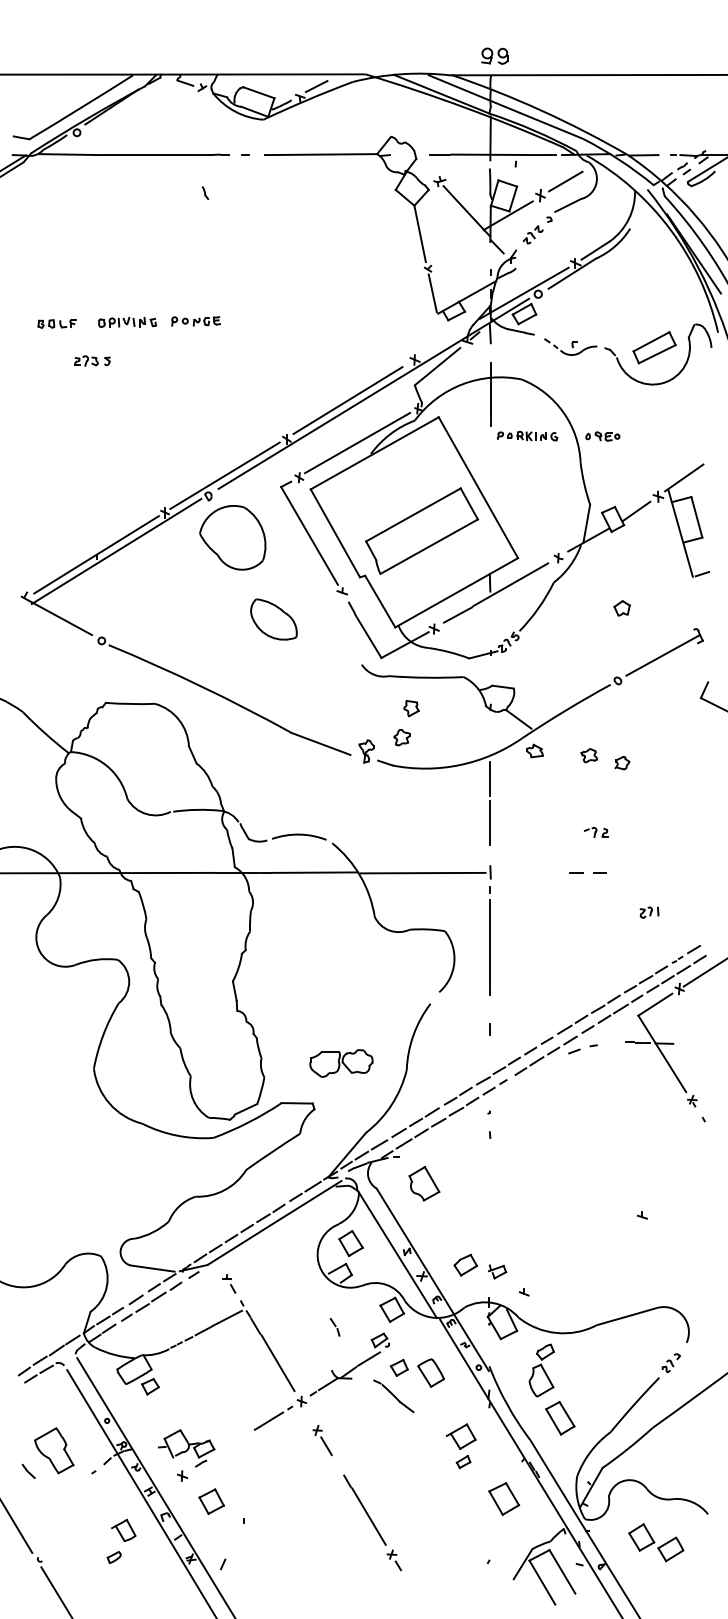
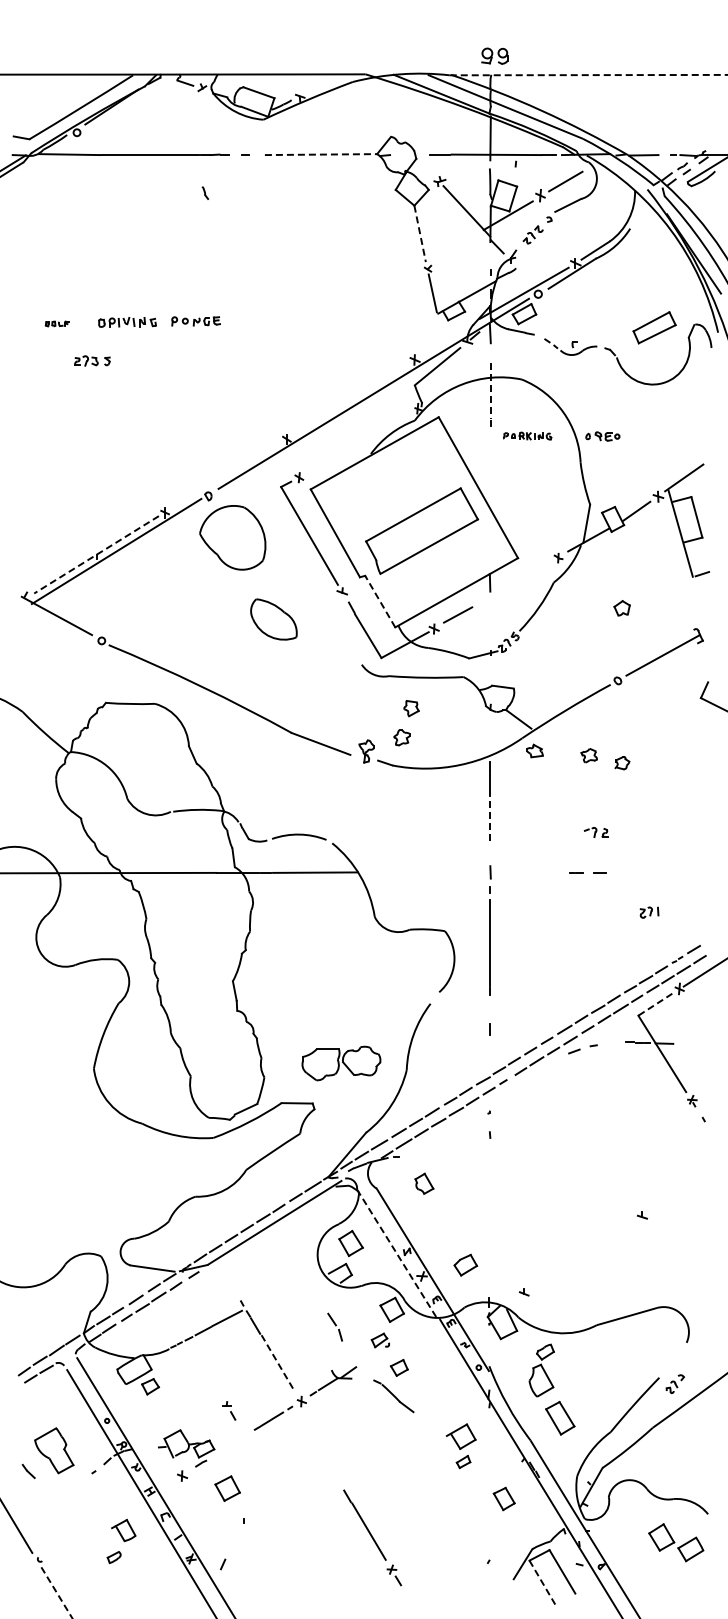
line at (588, 75): solid -> dashed
line at (316, 86): present -> none
line at (321, 154): solid -> dashed
line at (420, 233): solid -> dashed
part at (56, 323) size: 40x10 px -> 26x8 px
part at (654, 347) position: (654, 347) -> (654, 327)
line at (490, 391): solid -> dashed
line at (347, 400): present -> none
part at (527, 435) size: 62x12 px -> 50x10 px
line at (357, 442): present -> none
line at (224, 475): present -> none
line at (96, 555): solid -> dashed
line at (510, 584): present -> none
line at (380, 601): solid -> dashed
line at (490, 823): solid -> dashed
line at (422, 872): present -> none
line at (654, 1004): solid -> dashed
part at (341, 1063) size: 65x29 px -> 81x37 px
part at (424, 1183) size: 33x36 px -> 21x23 px
line at (396, 1253): solid -> dashed
part at (497, 1271): present -> none
part at (229, 1283) position: (229, 1283) -> (229, 1410)
part at (334, 1327) size: 12x19 px -> 16x30 px
line at (369, 1358): present -> none
part at (670, 1362) position: (670, 1362) -> (674, 1383)
line at (278, 1363): solid -> dashed
part at (431, 1372): present -> none
part at (322, 1440): present -> none
part at (504, 1498) size: 33x34 px -> 24x26 px
part at (211, 1501) position: (211, 1501) -> (227, 1488)
part at (372, 1522) position: (372, 1522) -> (372, 1537)
part at (656, 1542) position: (656, 1542) -> (676, 1542)
line at (542, 1582): solid -> dashed
line at (56, 1592): solid -> dashed
